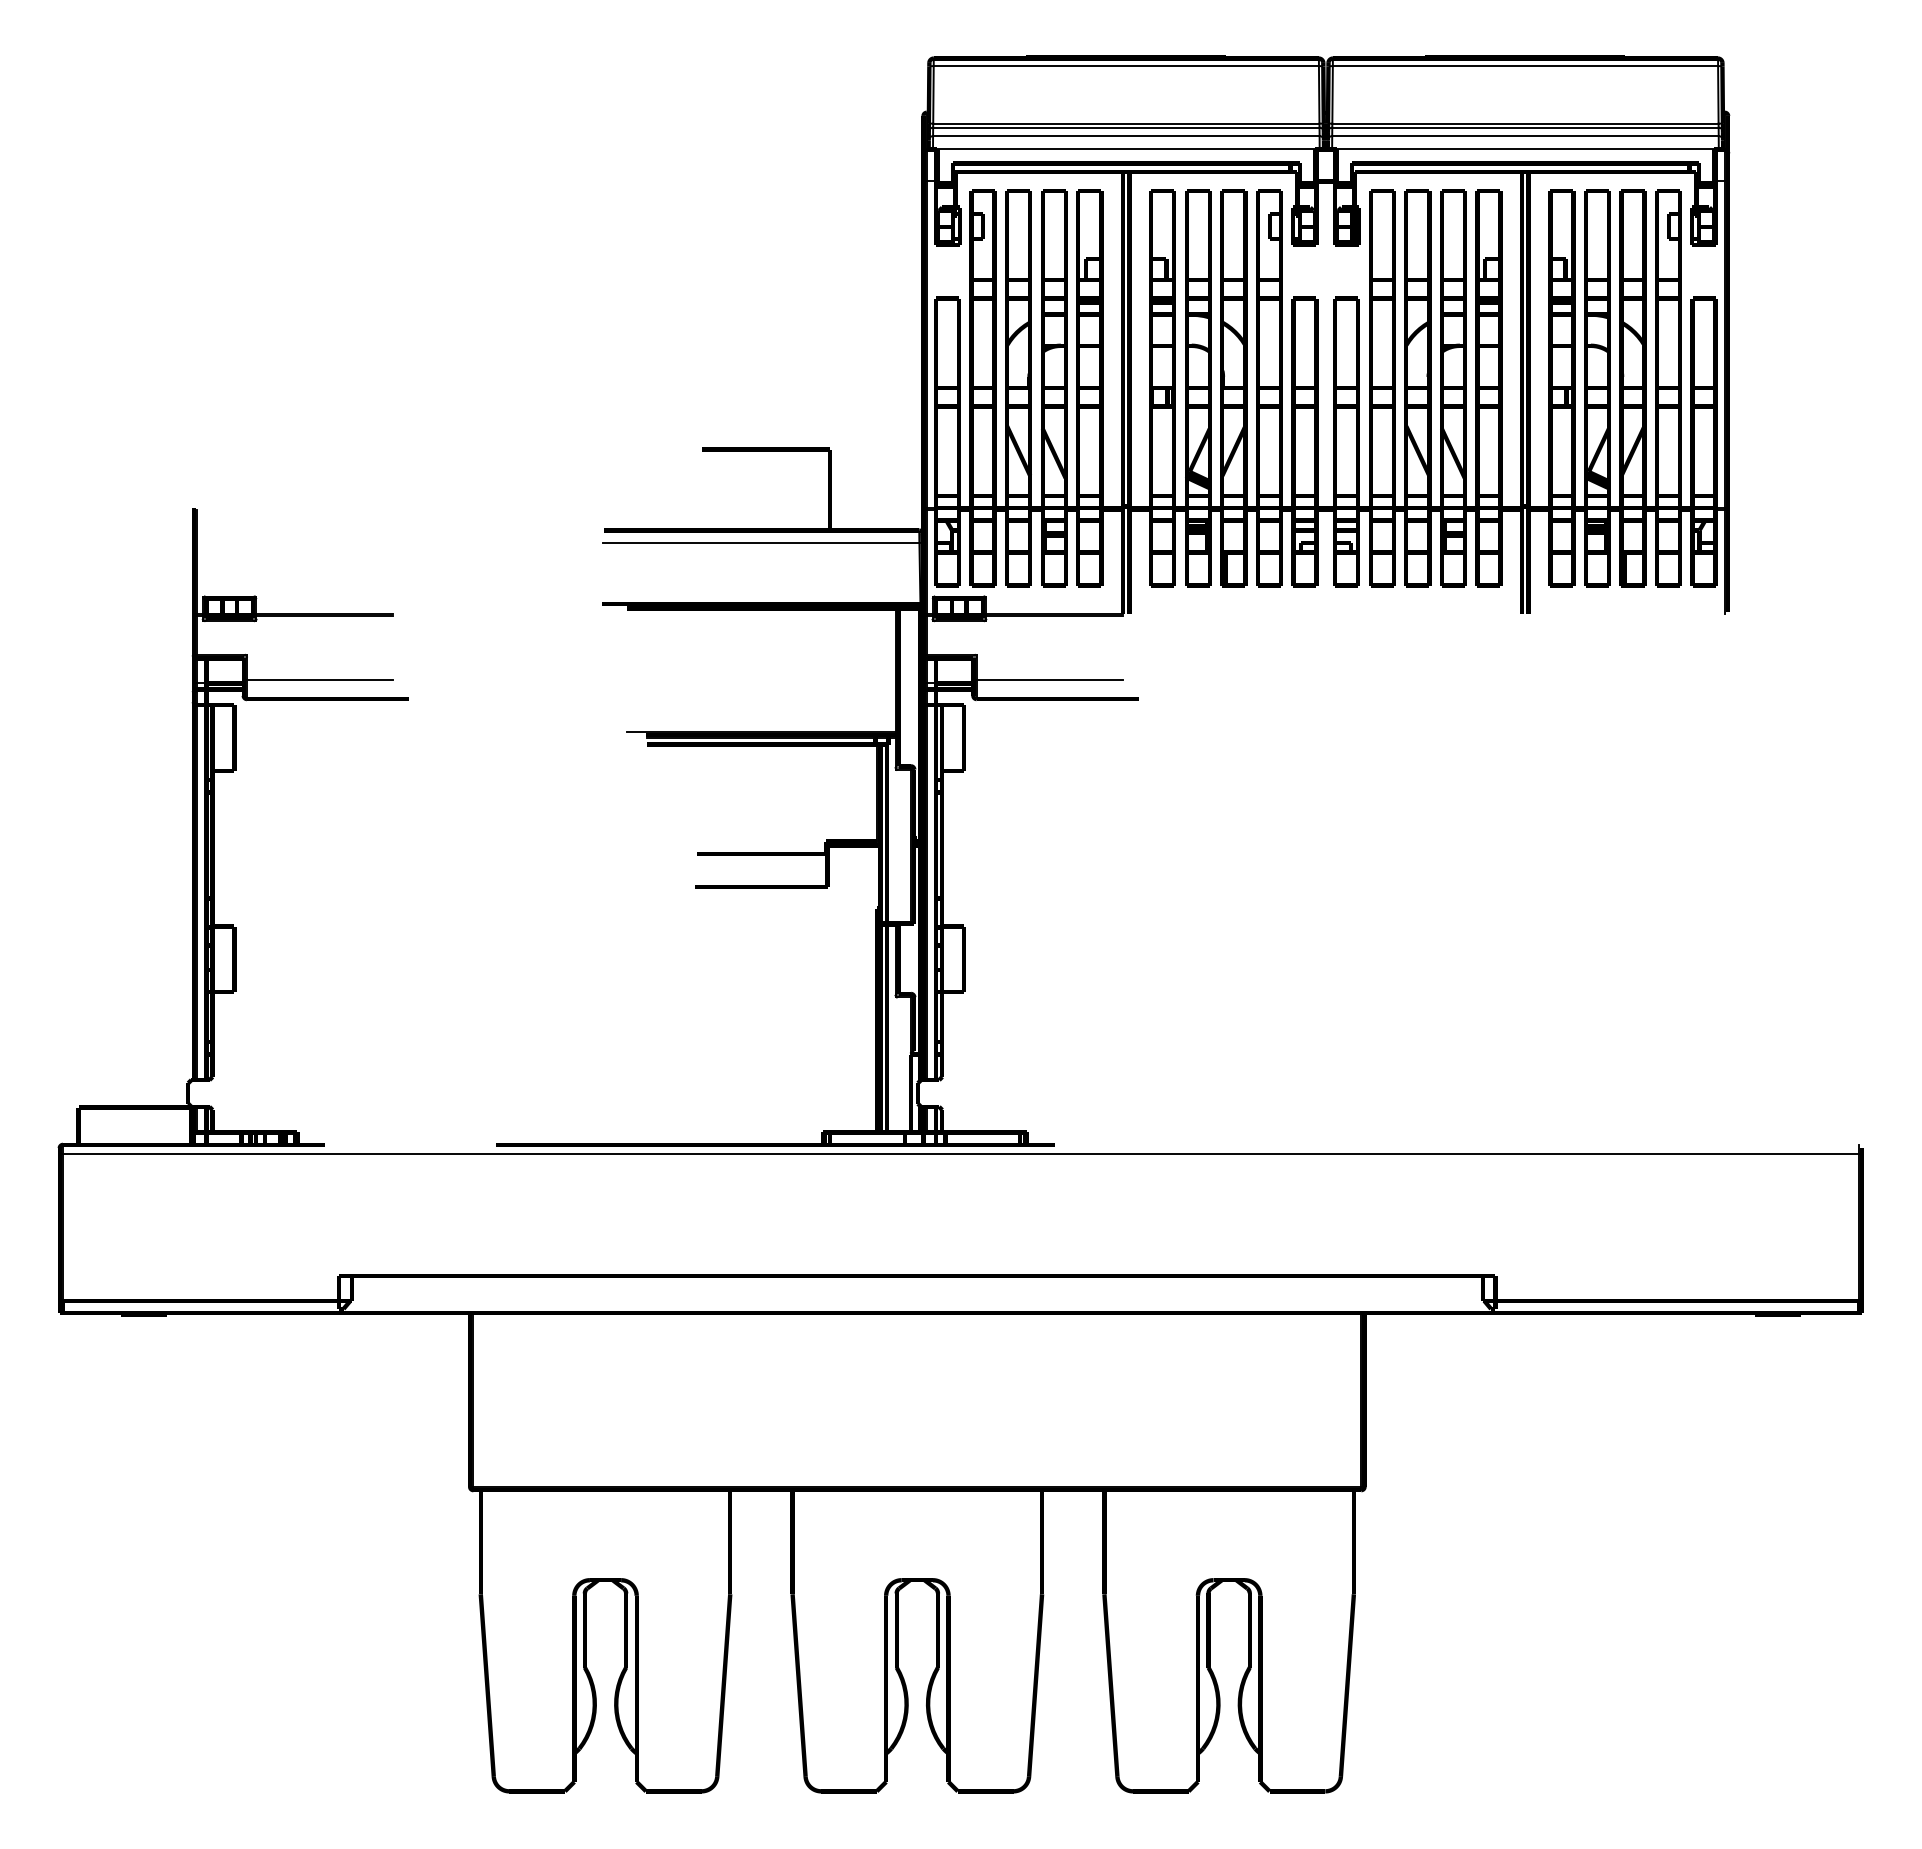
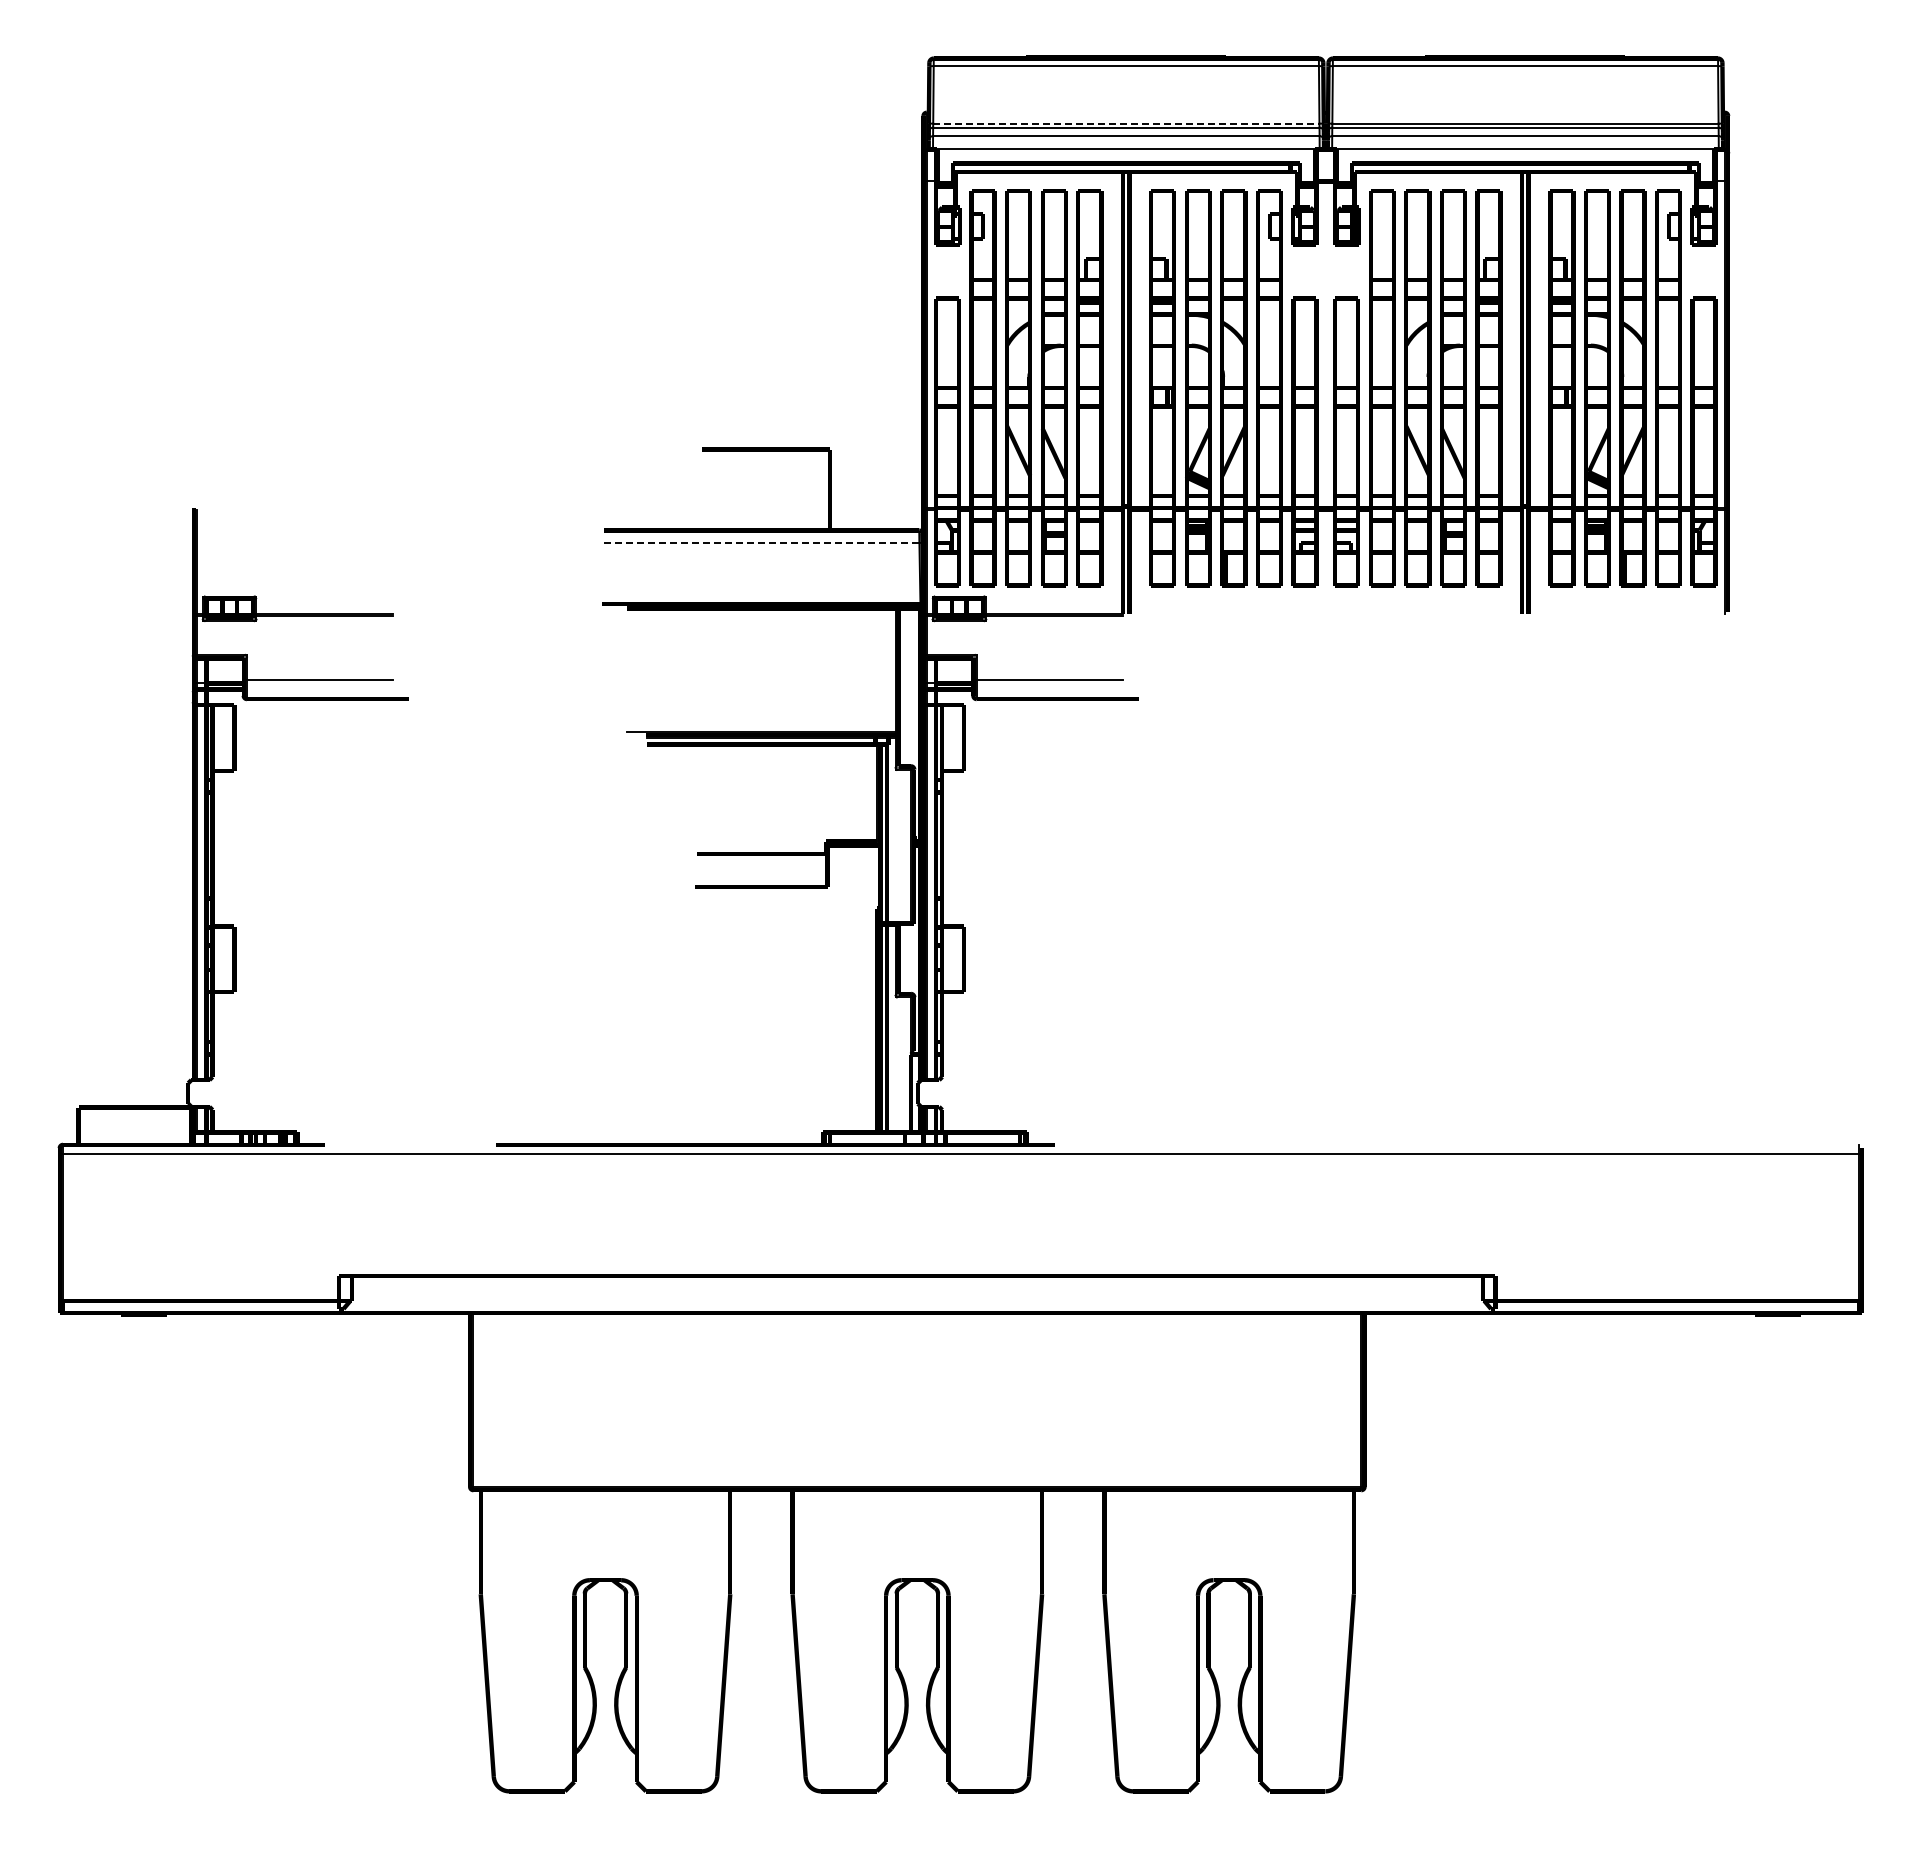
line at (1126, 123): solid -> dashed
line at (761, 542): solid -> dashed
